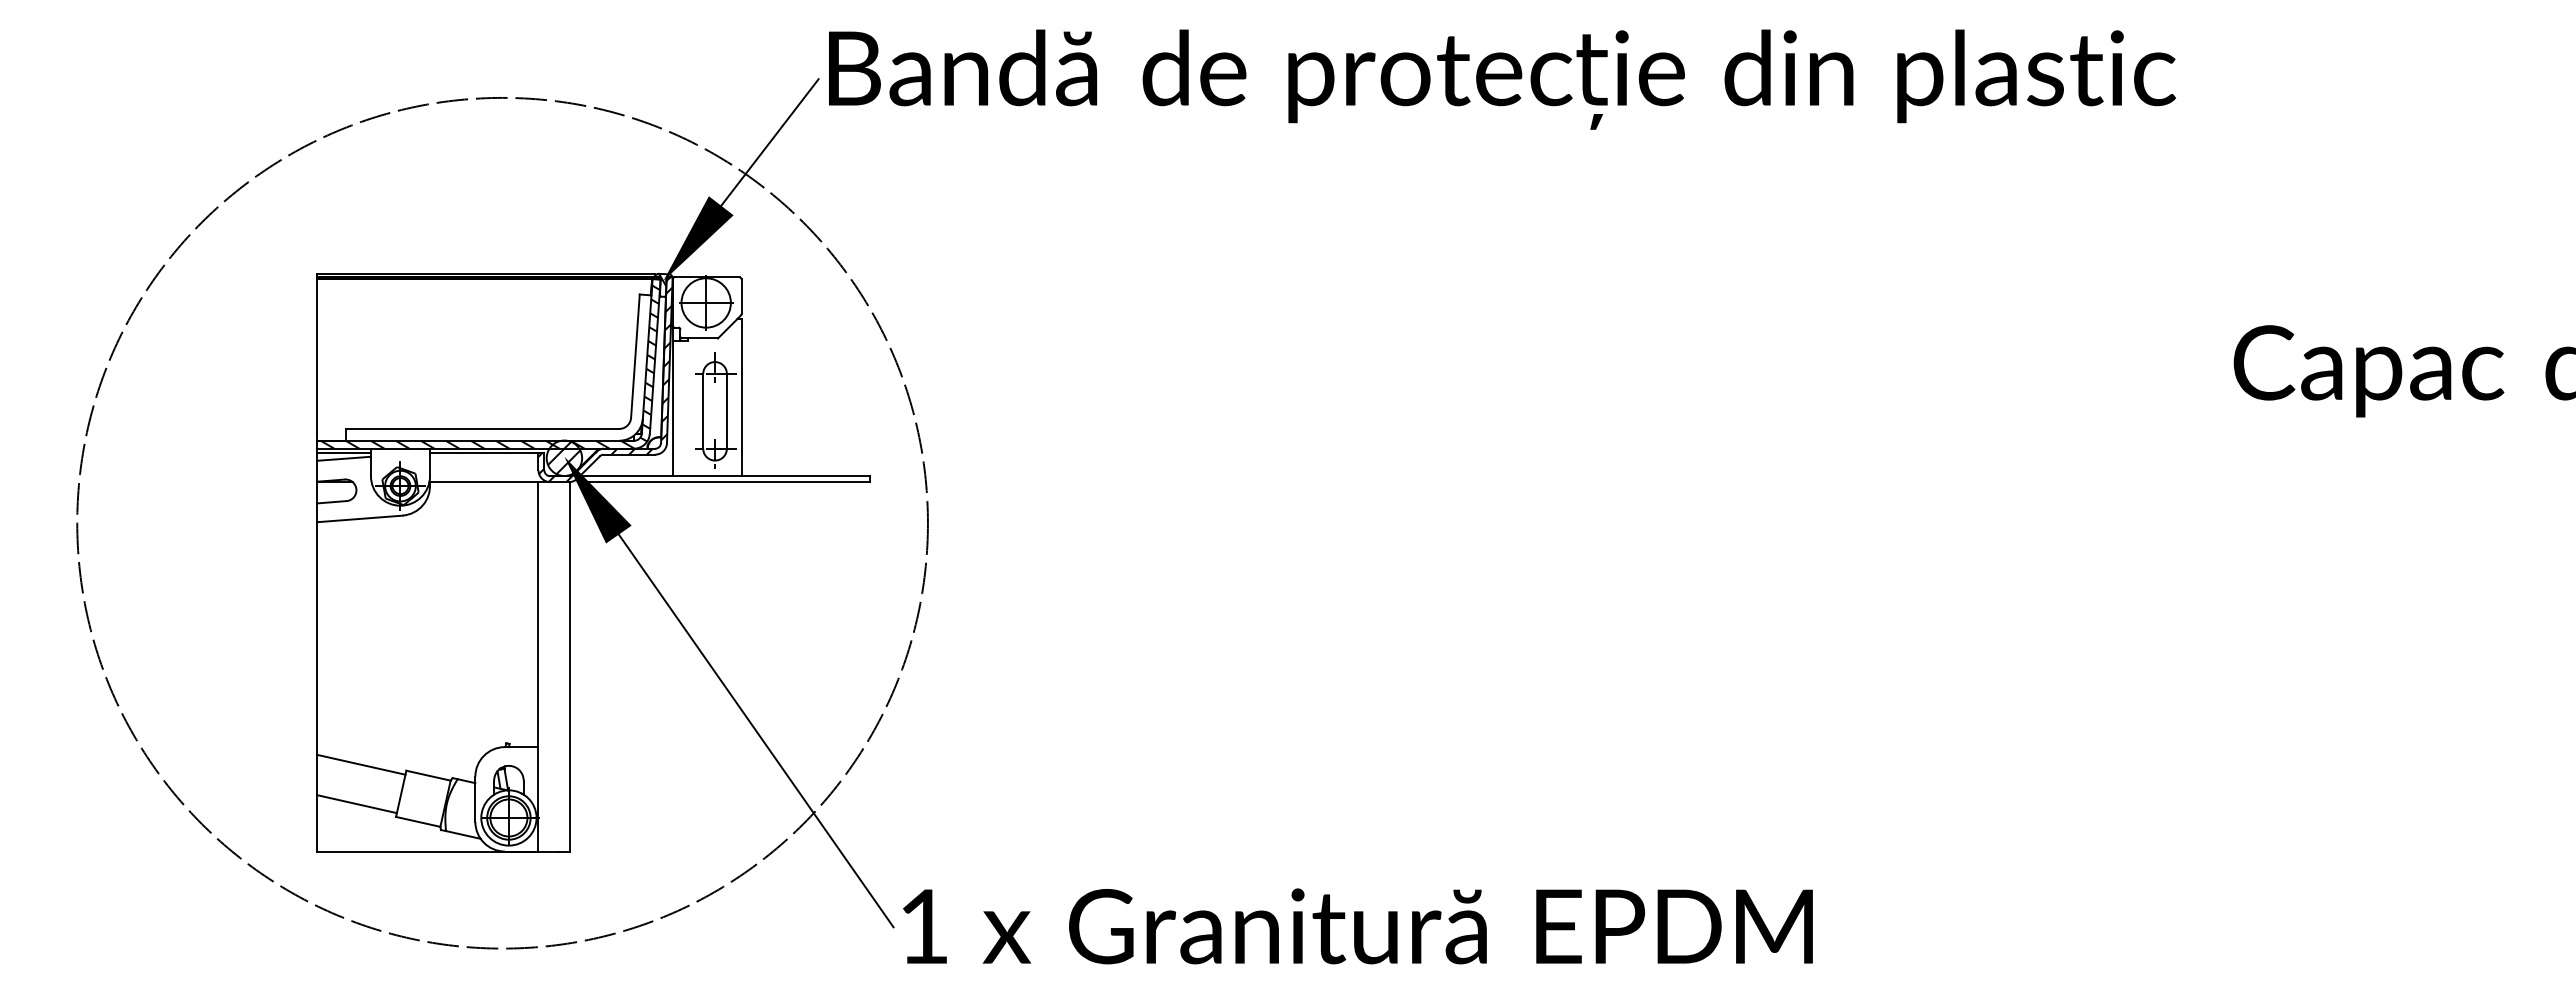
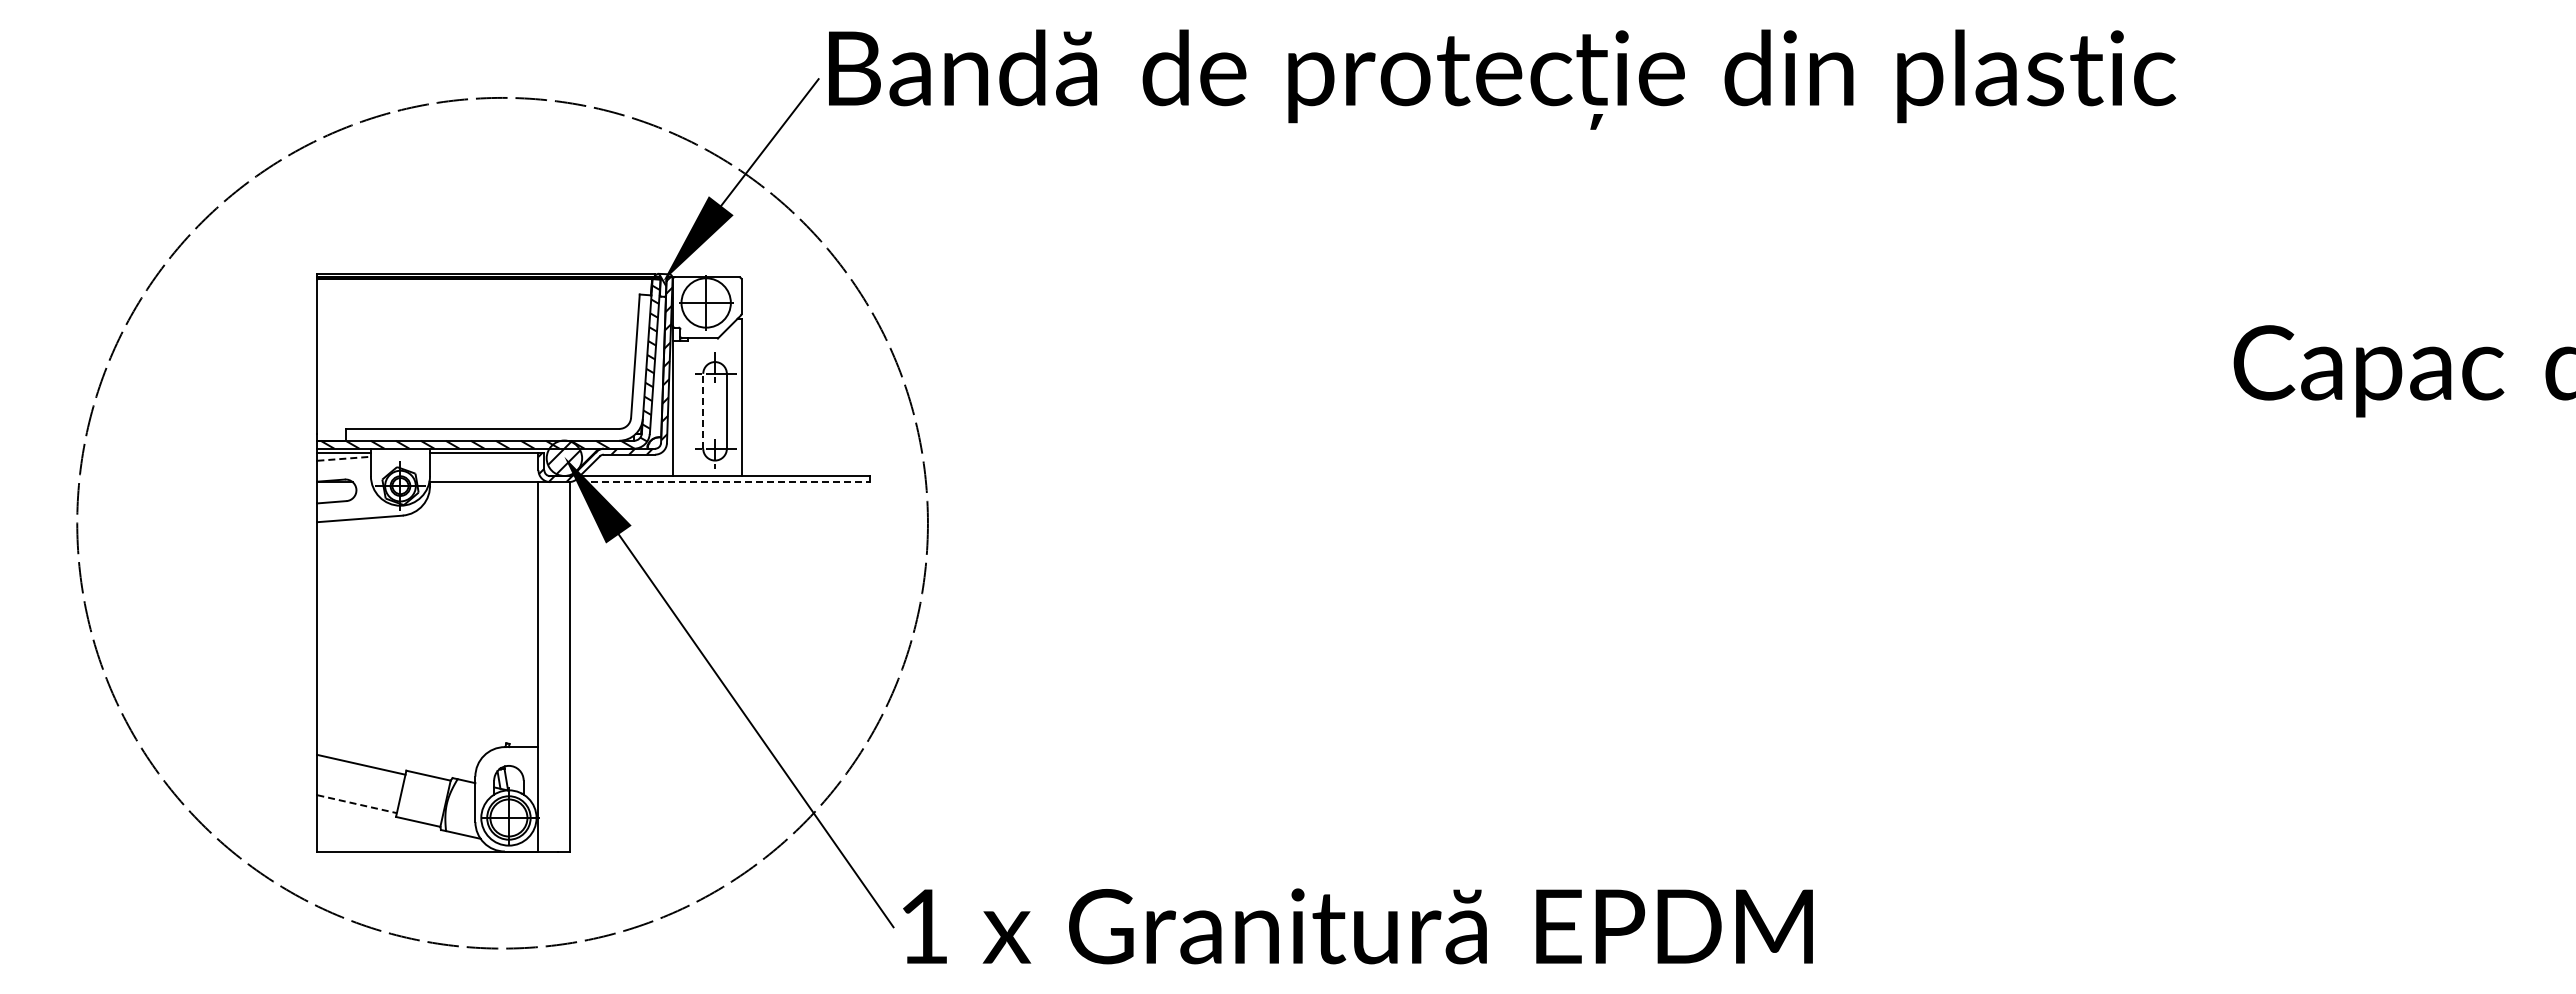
line at (703, 410): solid -> dashed
line at (344, 458): solid -> dashed
line at (725, 482): solid -> dashed
line at (357, 804): solid -> dashed
